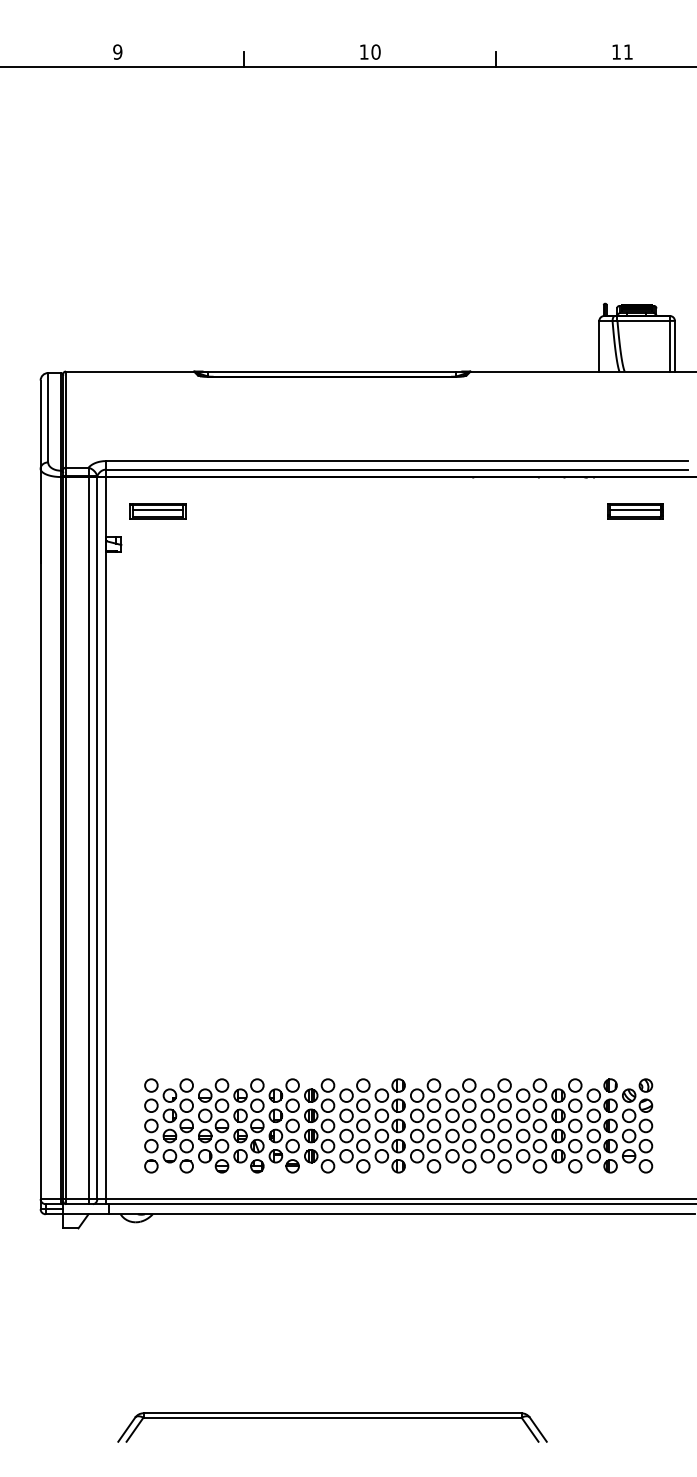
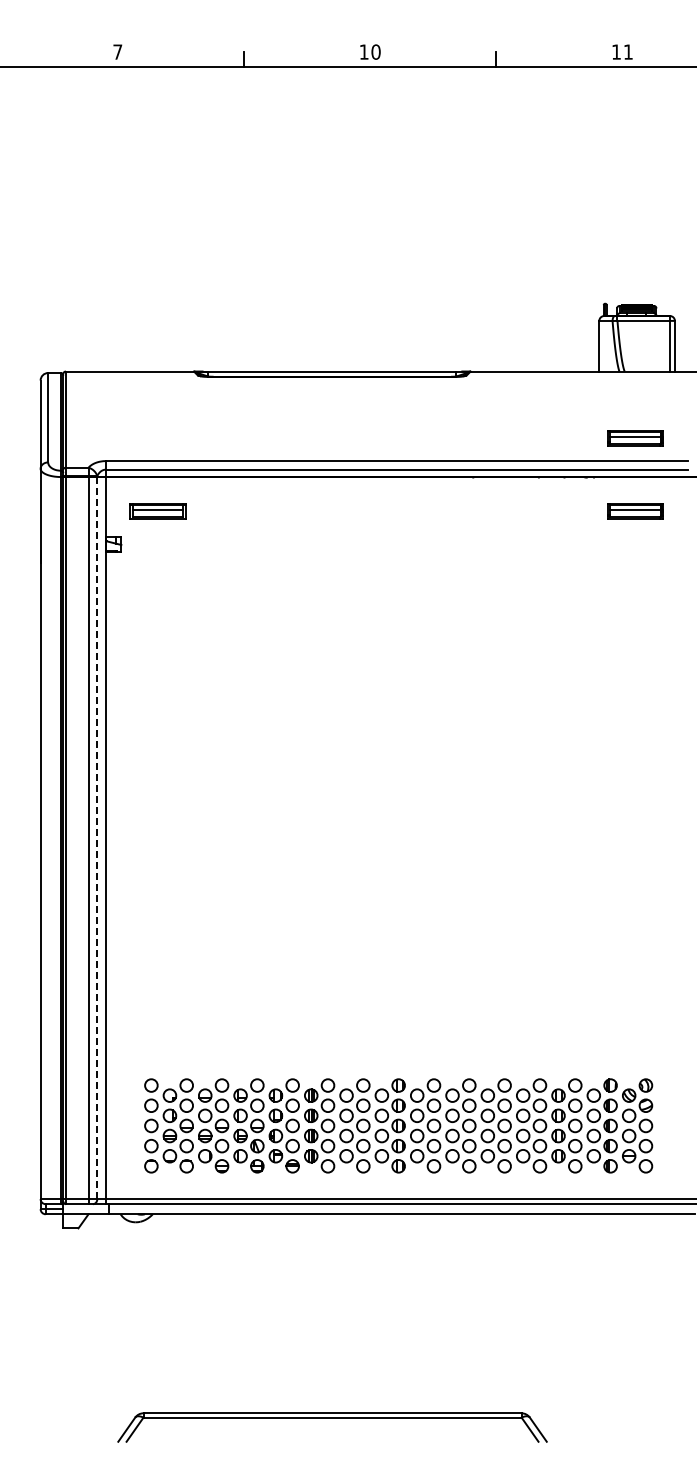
text at (117, 51): 9 -> 7
part at (635, 438): none -> present
line at (97, 838): solid -> dashed
